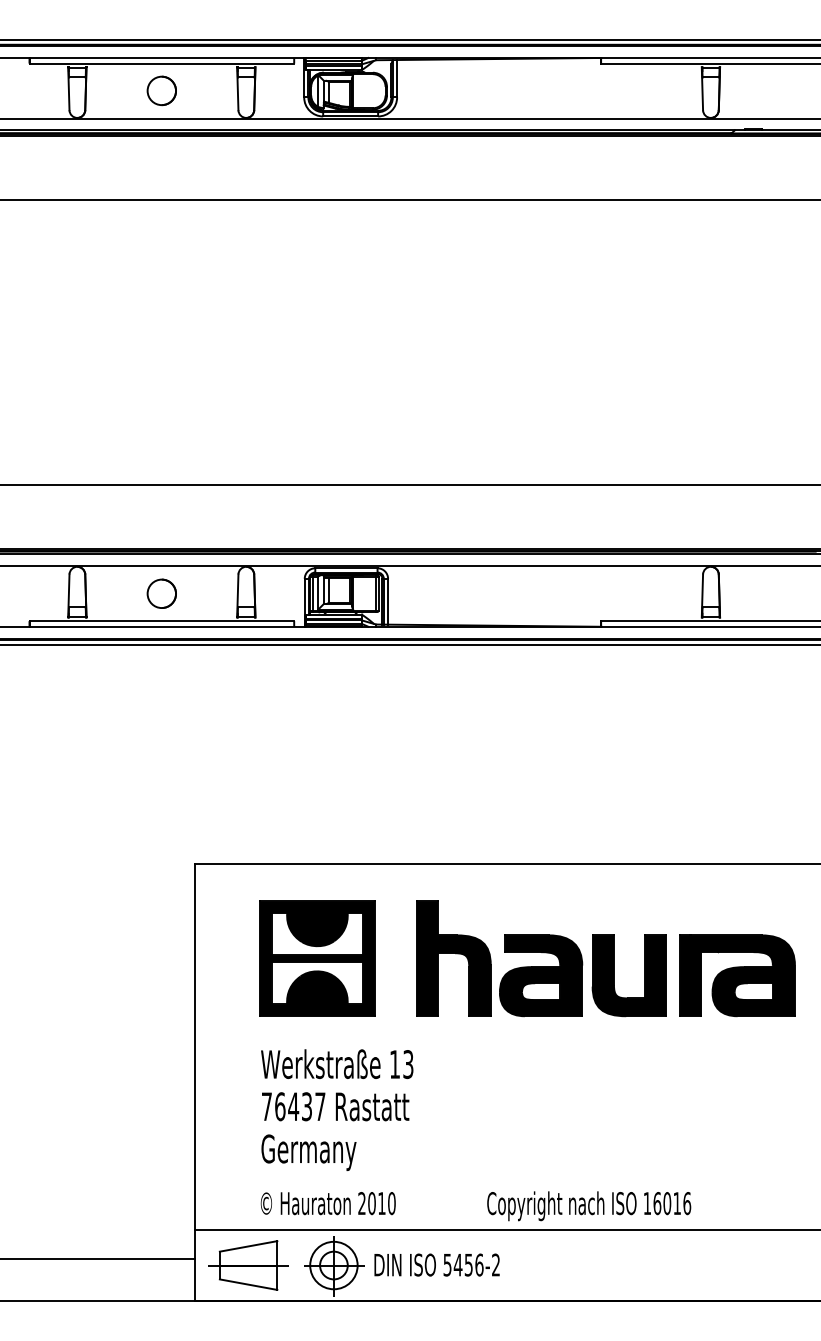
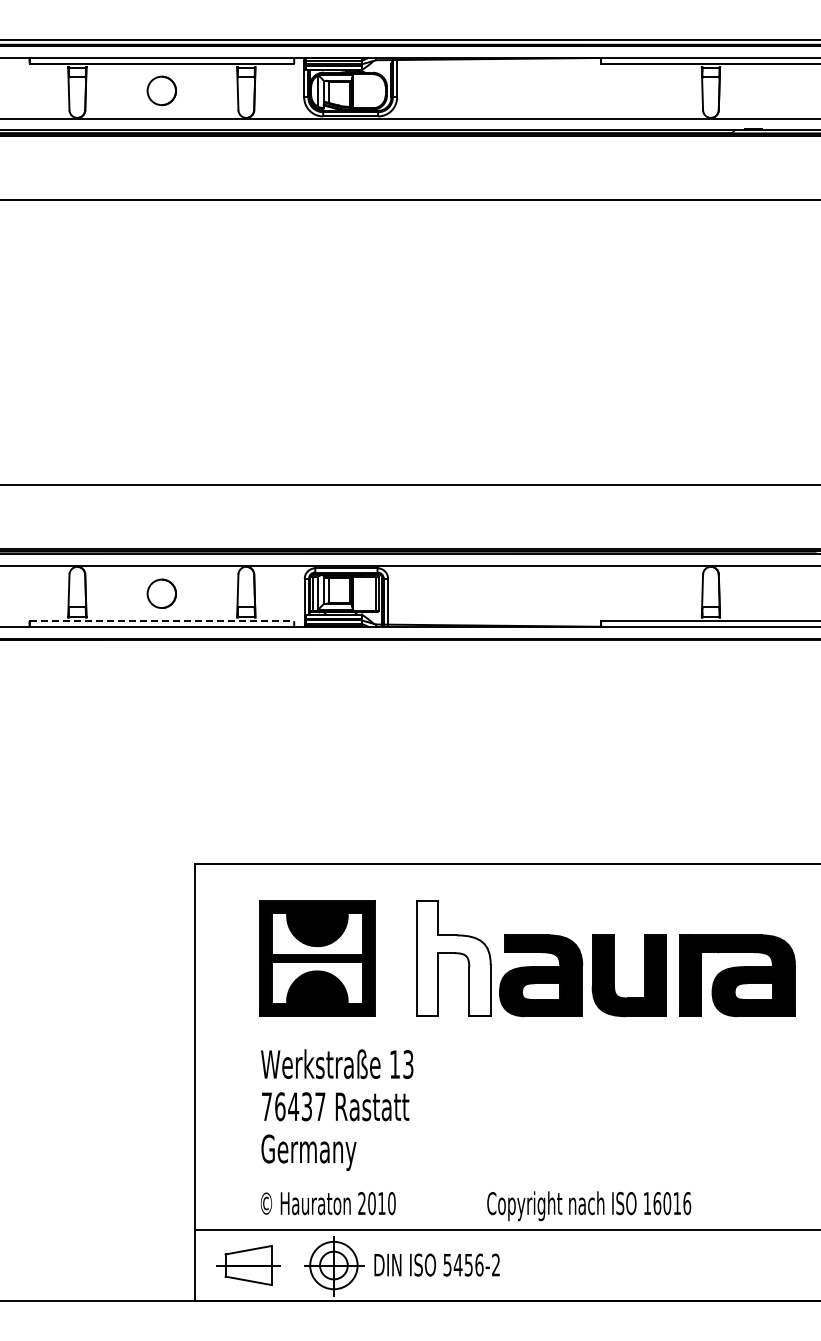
line at (162, 621): solid -> dashed
line at (409, 644): present -> none
fill at (453, 958): present -> none
line at (98, 1258): present -> none
part at (248, 1265) size: 81x51 px -> 65x41 px
